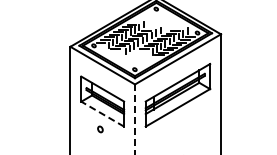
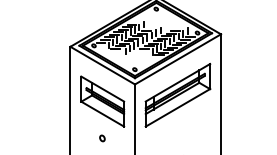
line at (102, 114): dashed -> solid
line at (134, 119): dashed -> solid
part at (100, 129) position: (100, 129) -> (102, 138)
